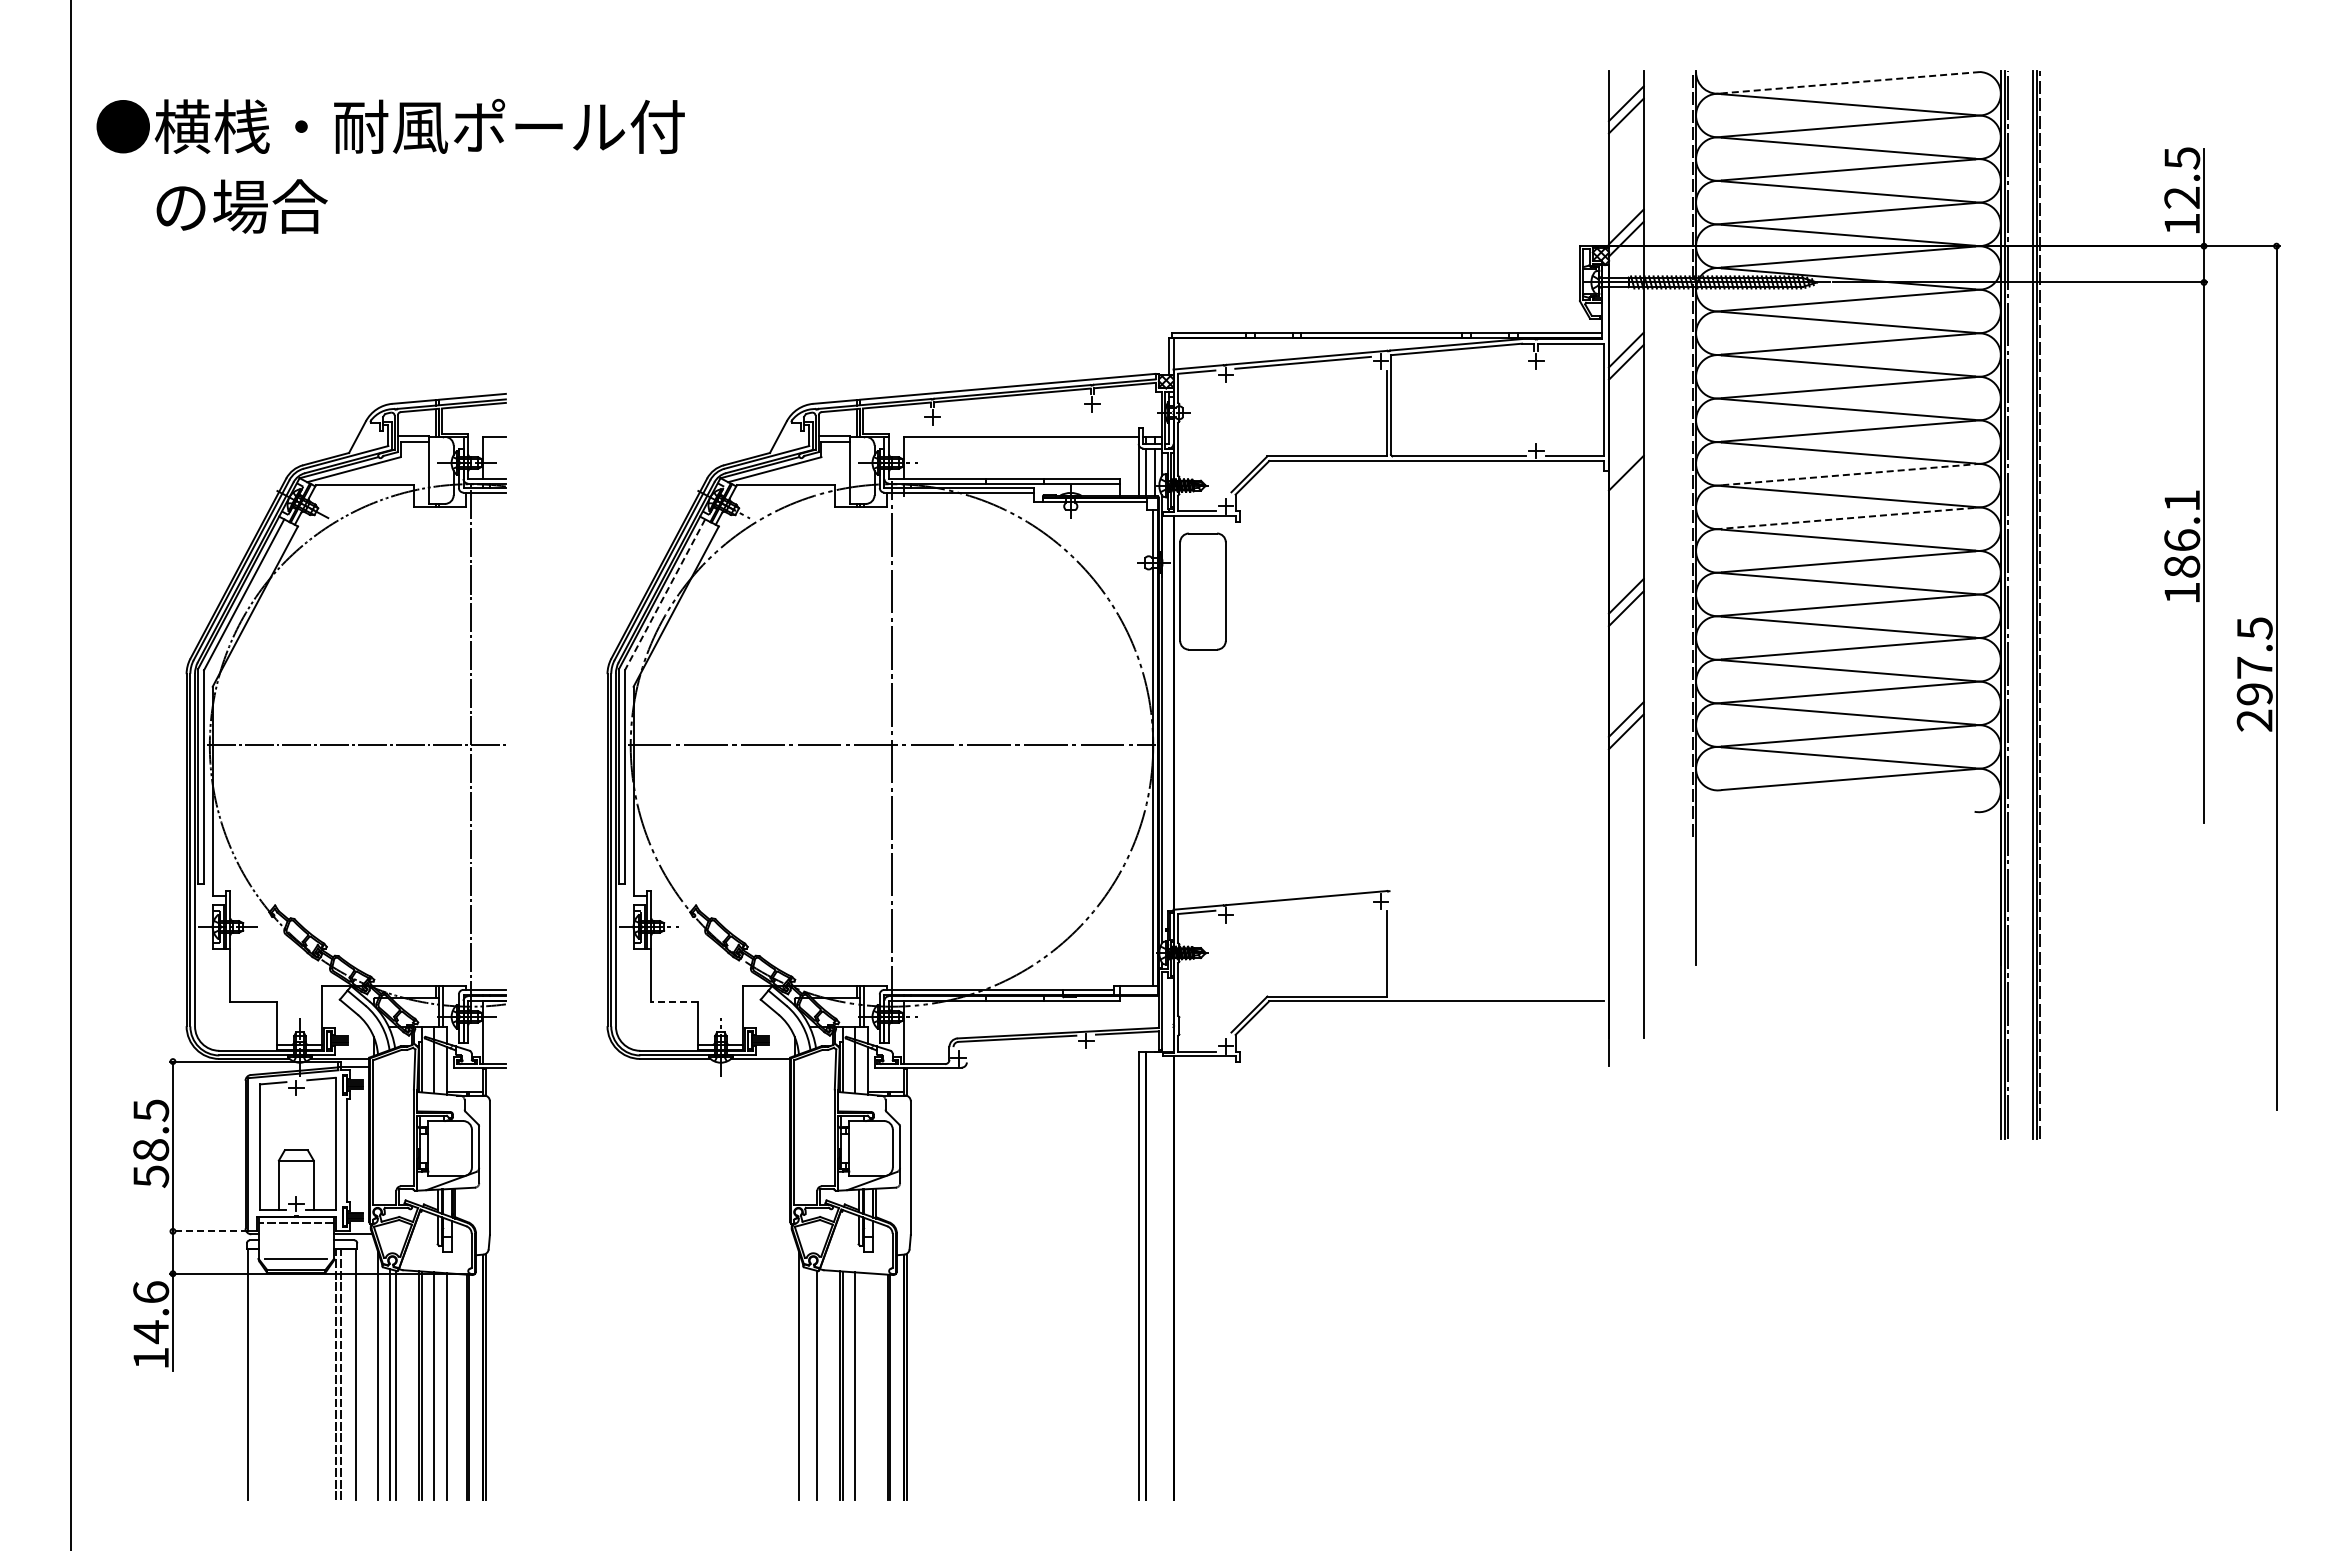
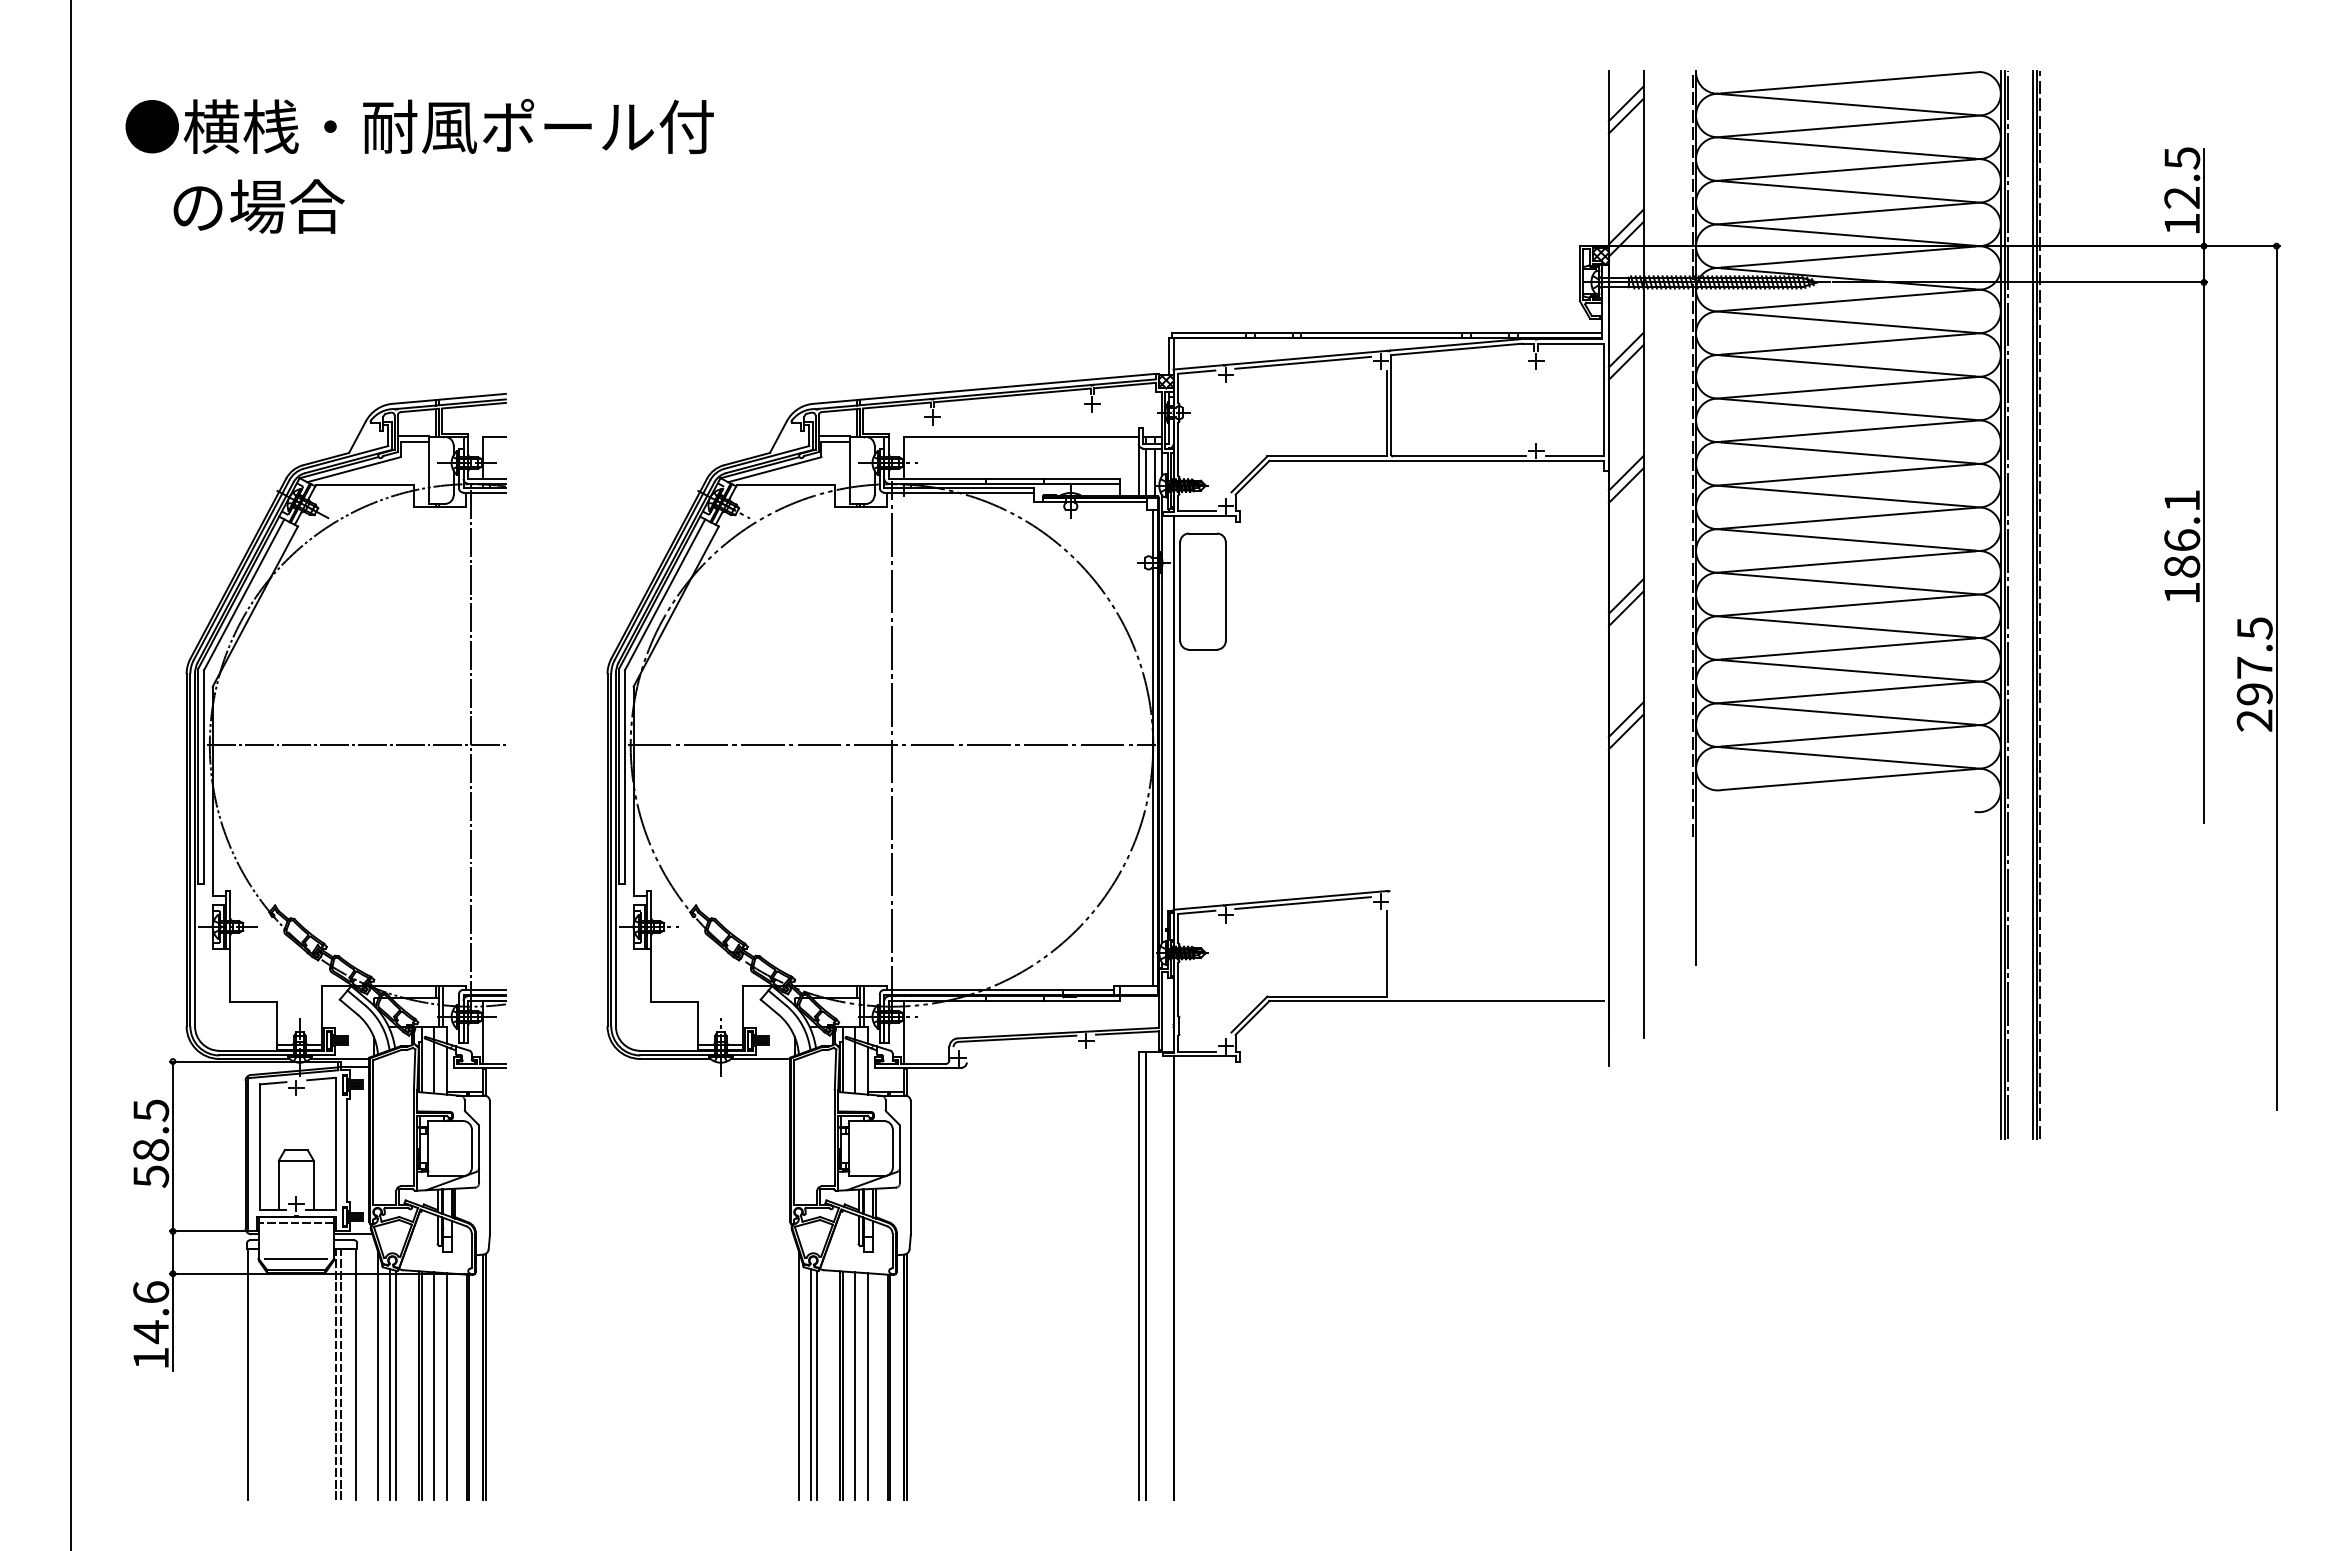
line at (1850, 82): dashed -> solid
text at (390, 126) position: (390, 126) -> (419, 126)
text at (241, 206) position: (241, 206) -> (258, 206)
line at (1848, 474): dashed -> solid
line at (1625, 485): none -> present
line at (1848, 518): dashed -> solid
line at (665, 594): dashed -> solid
line at (1302, 903): none -> present
line at (674, 1002): dashed -> solid
line at (208, 1231): dashed -> solid
line at (810, 1384): none -> present
line at (867, 1386): none -> present
